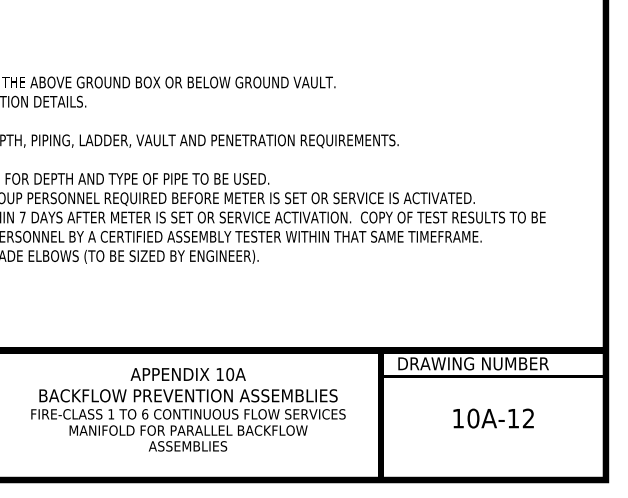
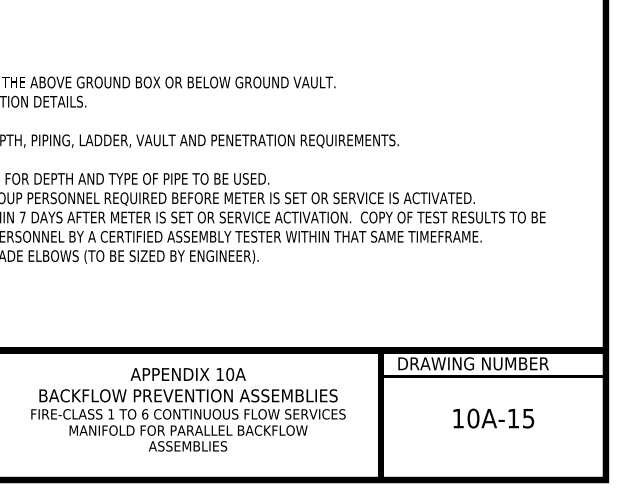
text at (528, 418): 10A-12 -> 10A-15
